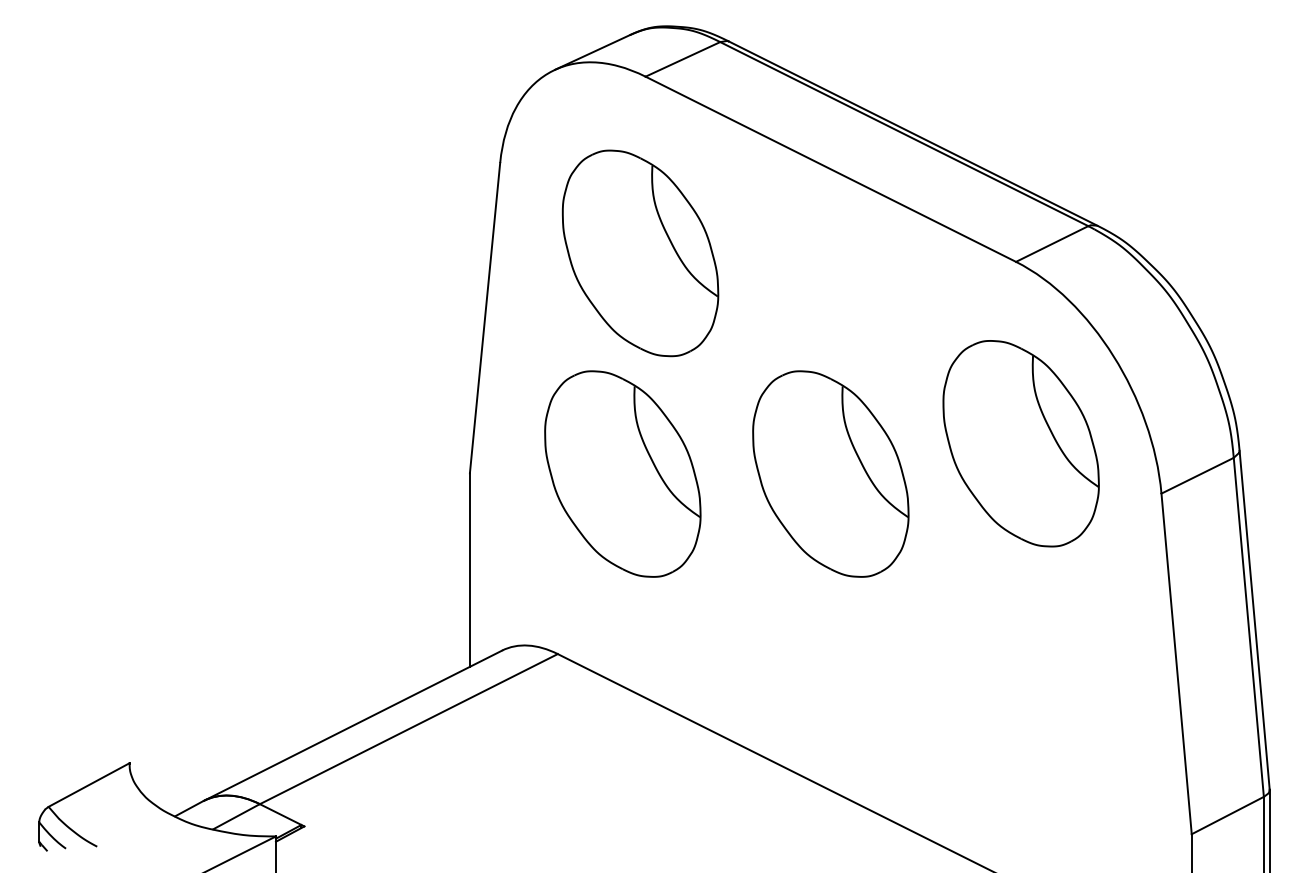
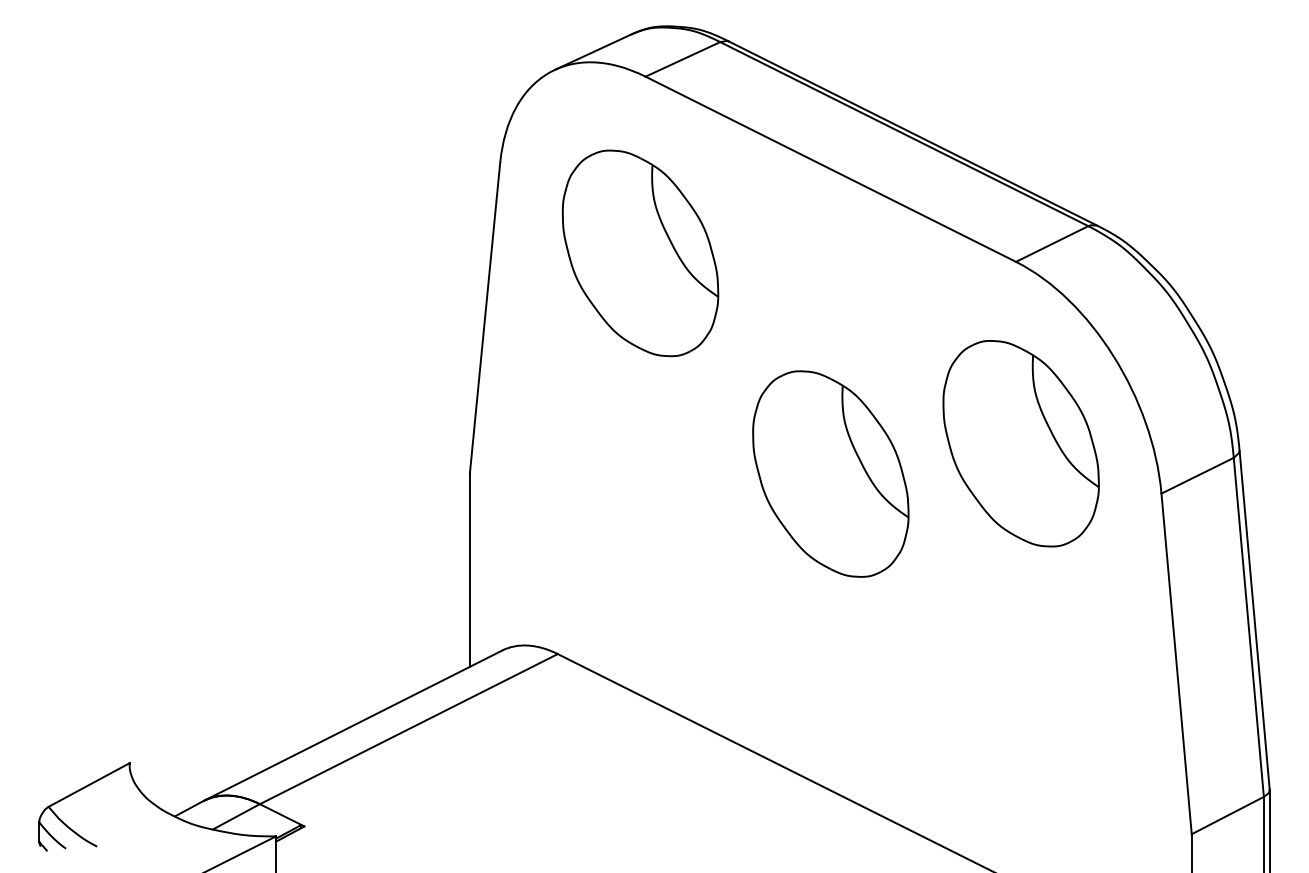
part at (622, 473): present -> none
